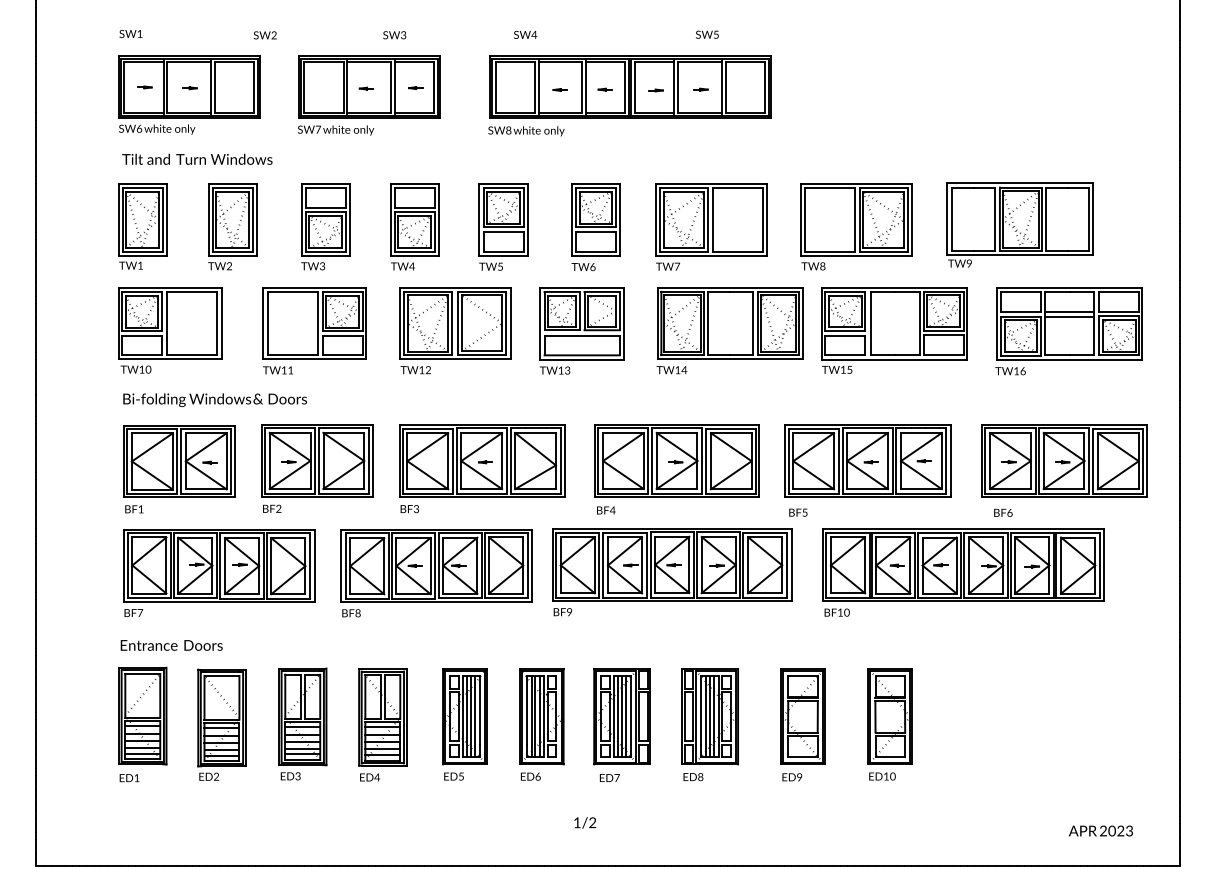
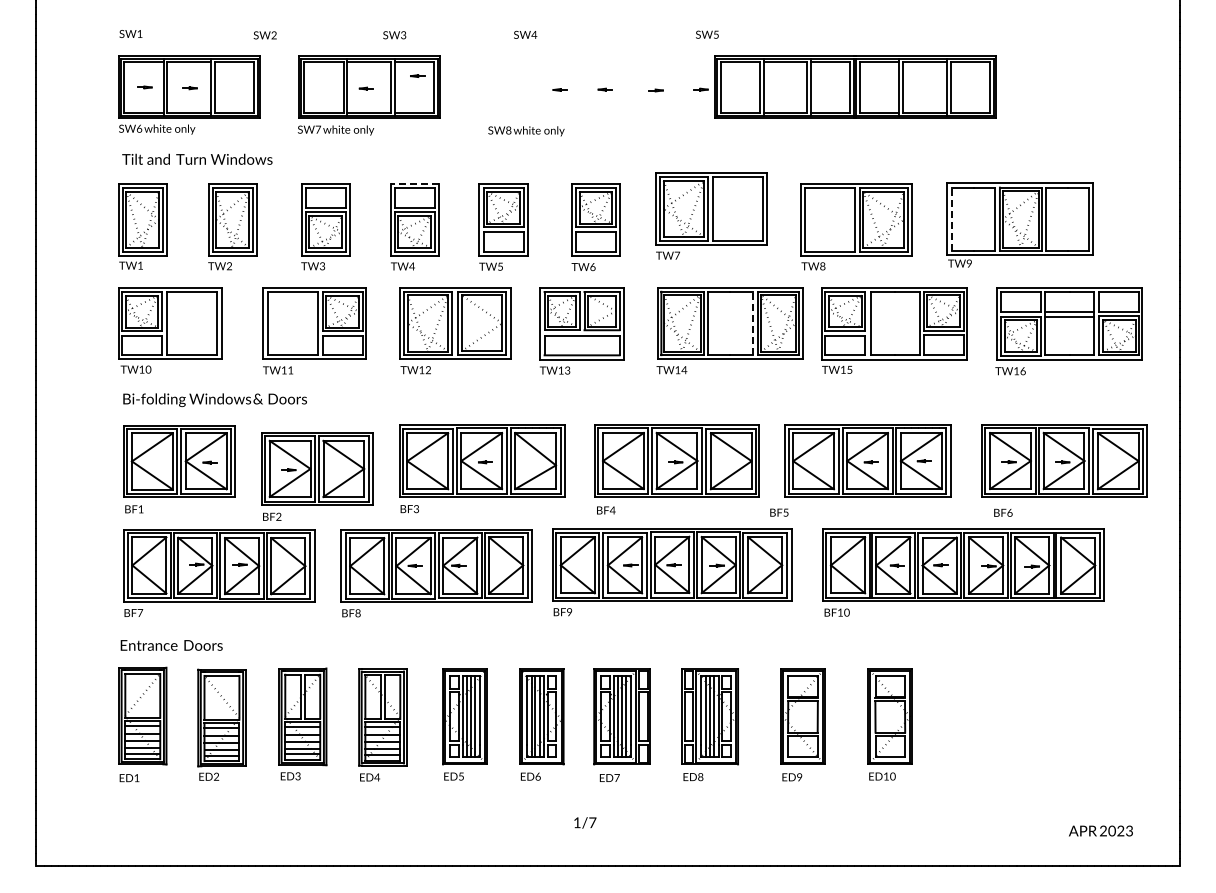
part at (630, 86) position: (630, 86) -> (855, 86)
part at (415, 87) position: (415, 87) -> (417, 75)
line at (414, 183): solid -> dashed
line at (951, 219): solid -> dashed
part at (711, 226) position: (711, 226) -> (711, 215)
line at (753, 323): solid -> dashed
part at (317, 468) position: (317, 468) -> (317, 476)
text at (798, 512) position: (798, 512) -> (779, 512)
text at (592, 822): 1/2 -> 1/7
